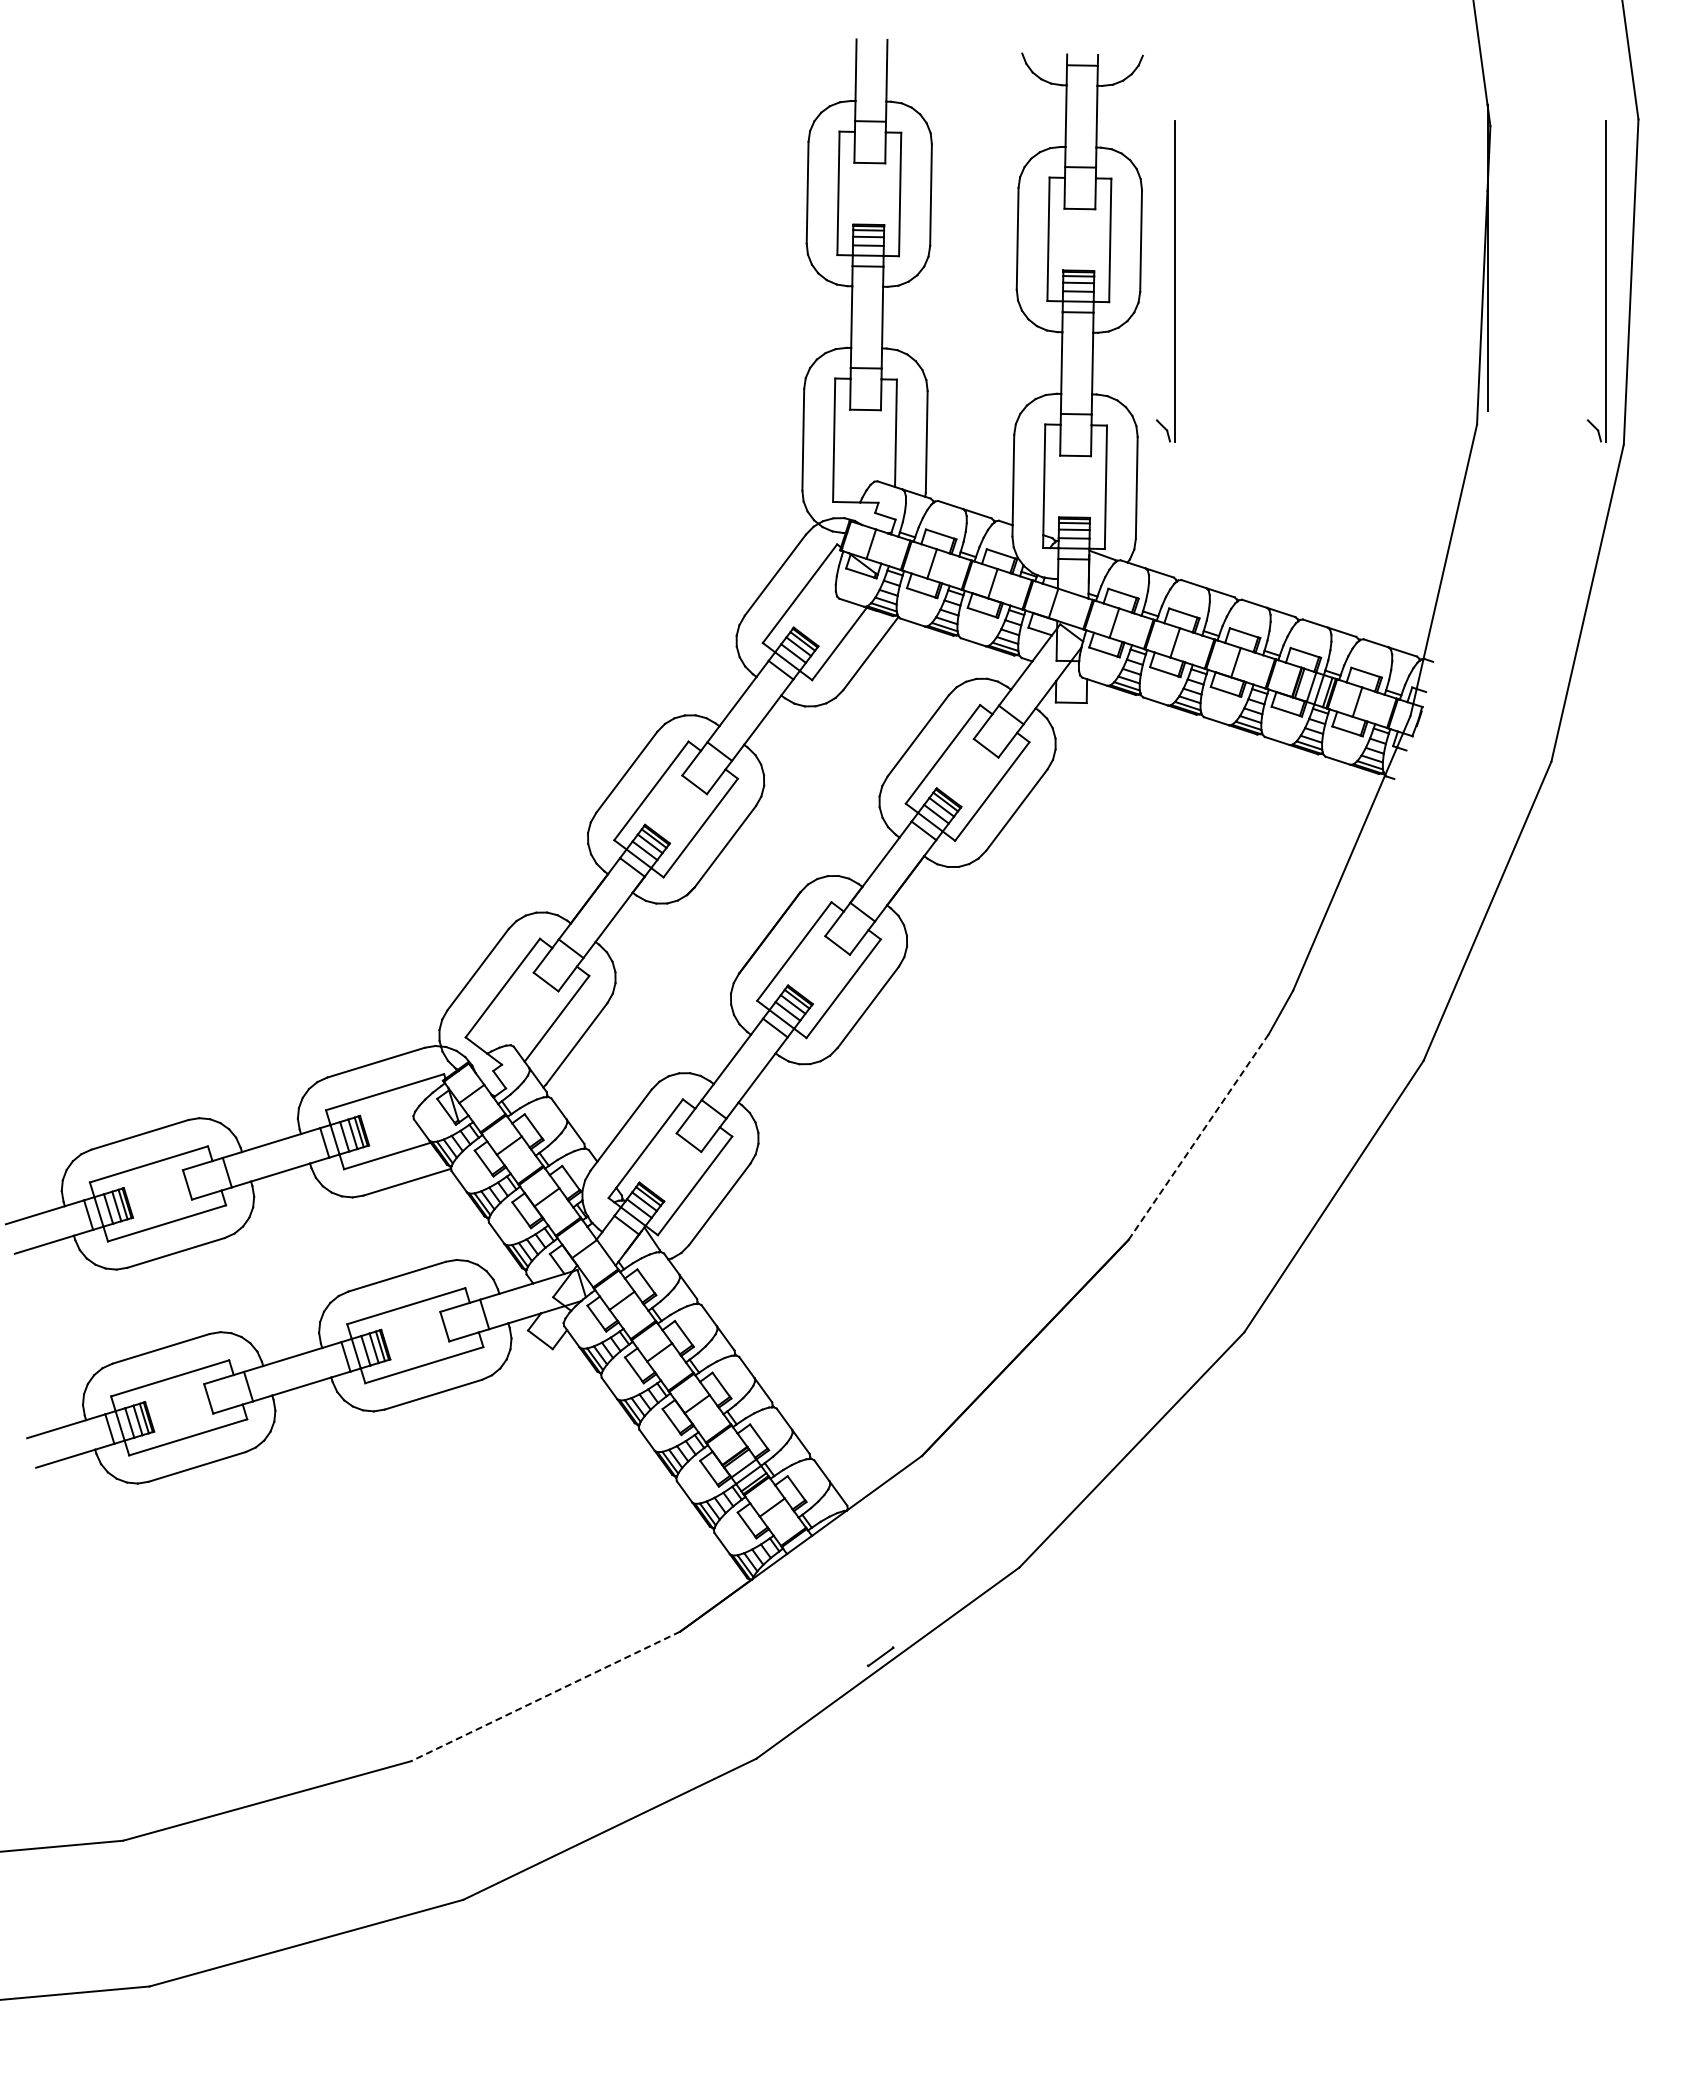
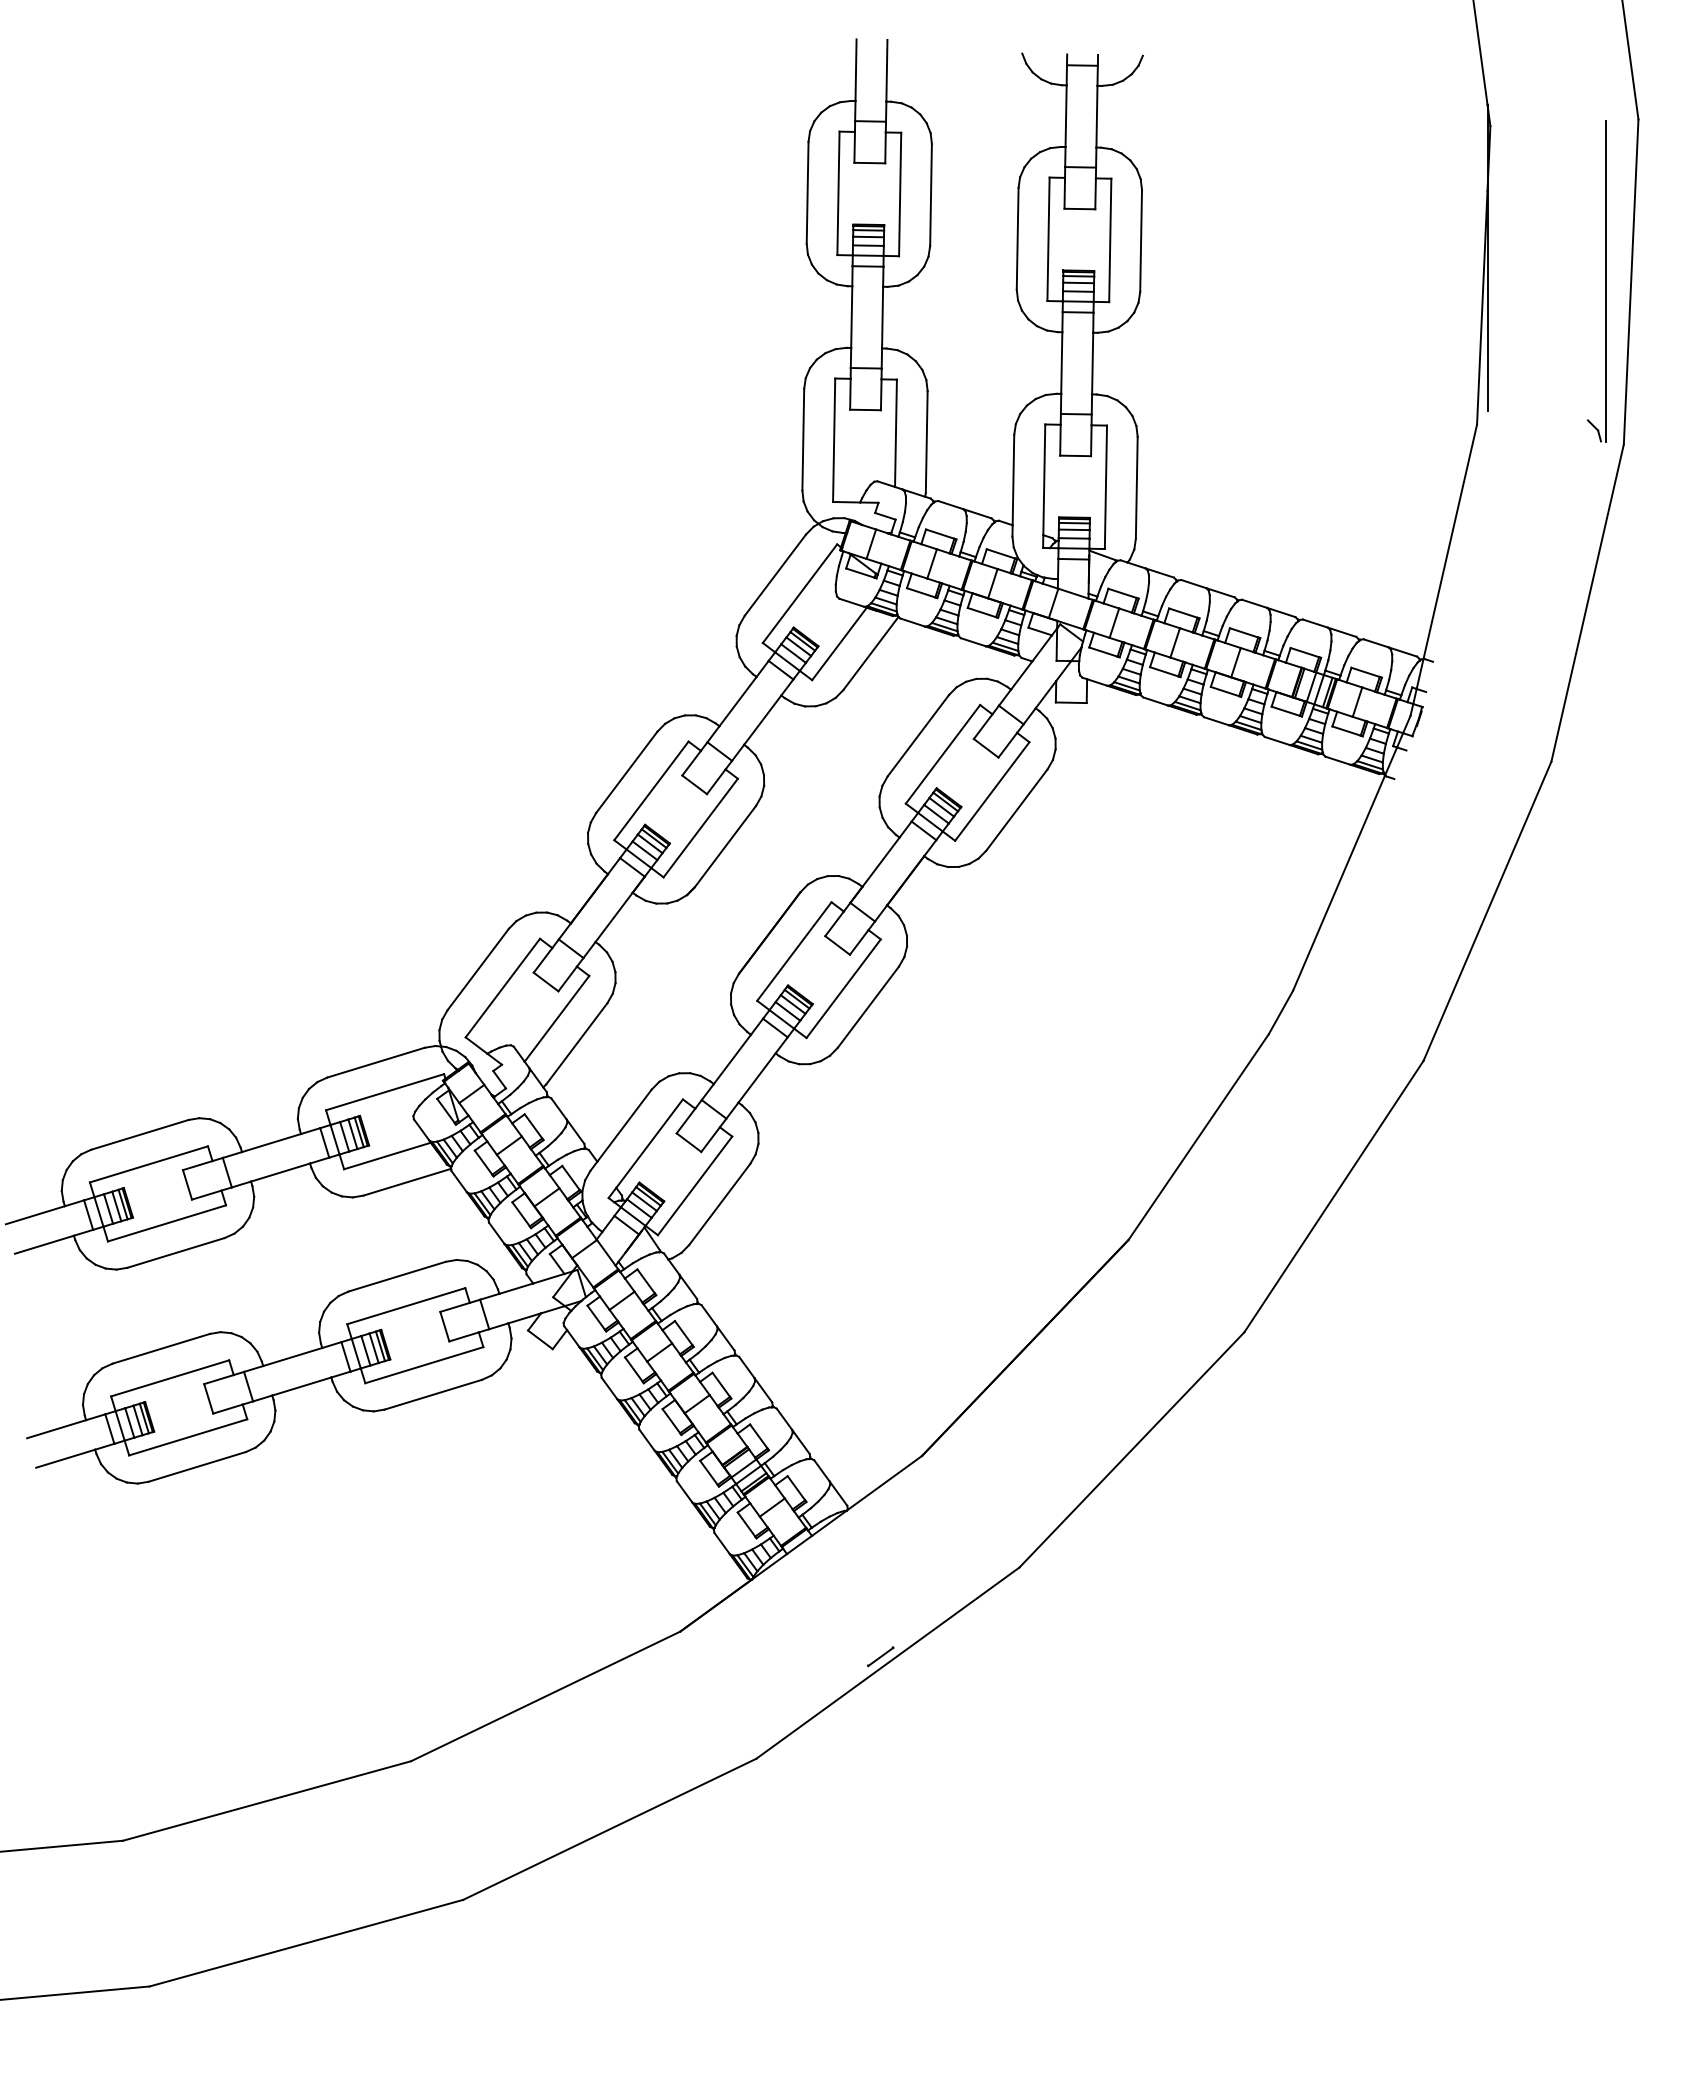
part at (1174, 281): present -> none
line at (1198, 1137): dashed -> solid
line at (545, 1696): dashed -> solid
